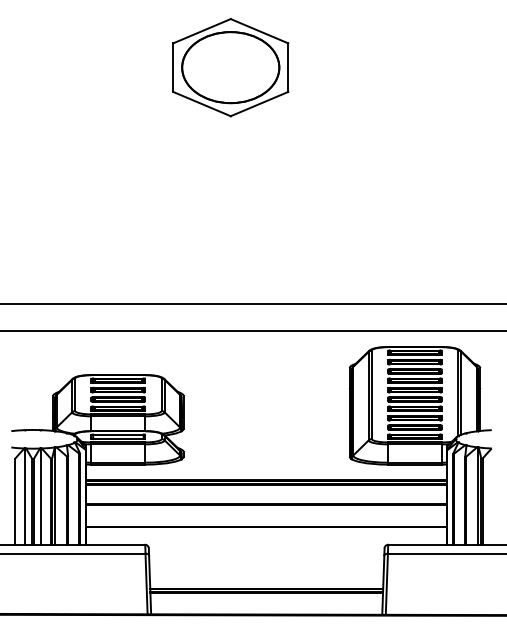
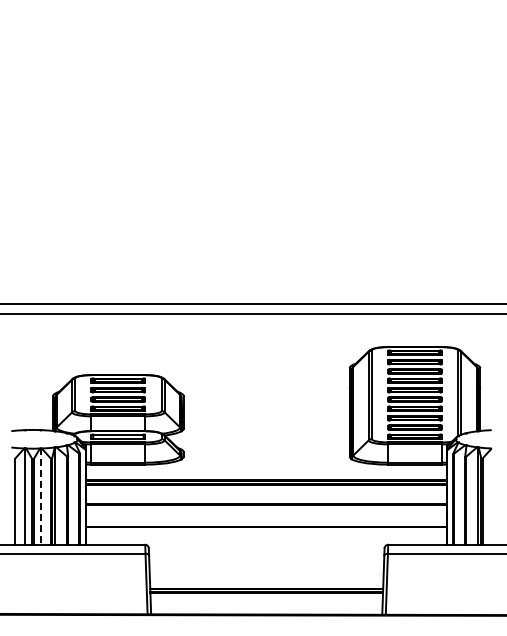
part at (230, 67): present -> none
line at (252, 331) position: (252, 331) -> (252, 314)
line at (40, 497): solid -> dashed
